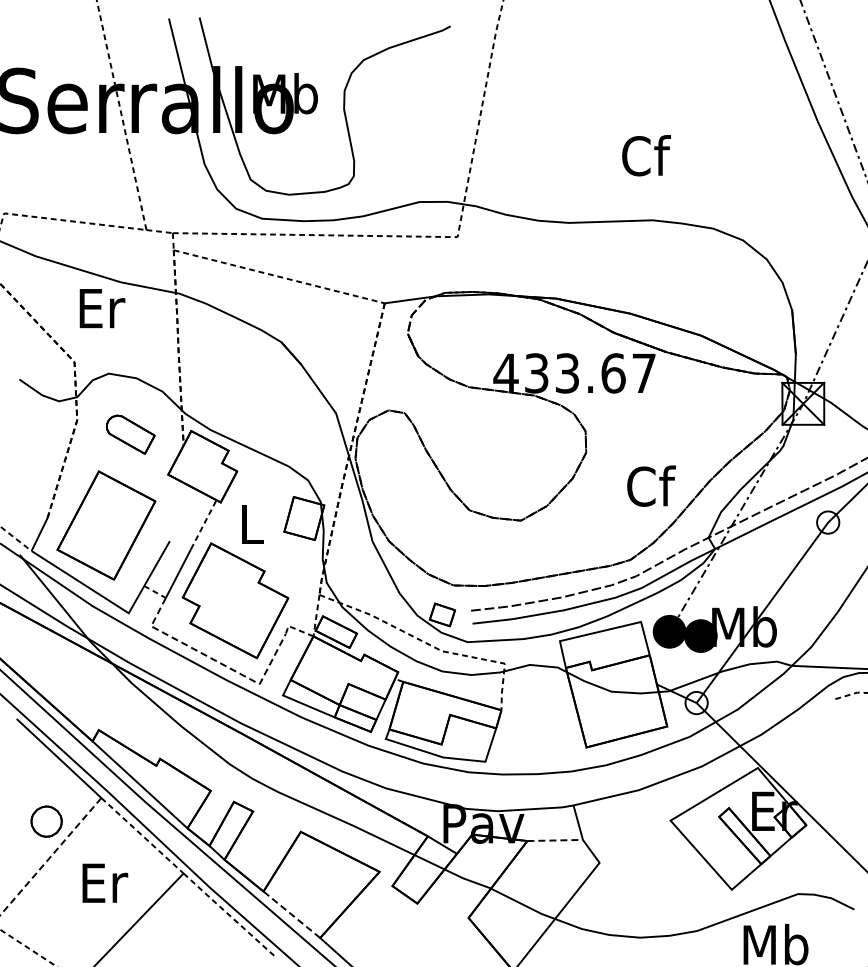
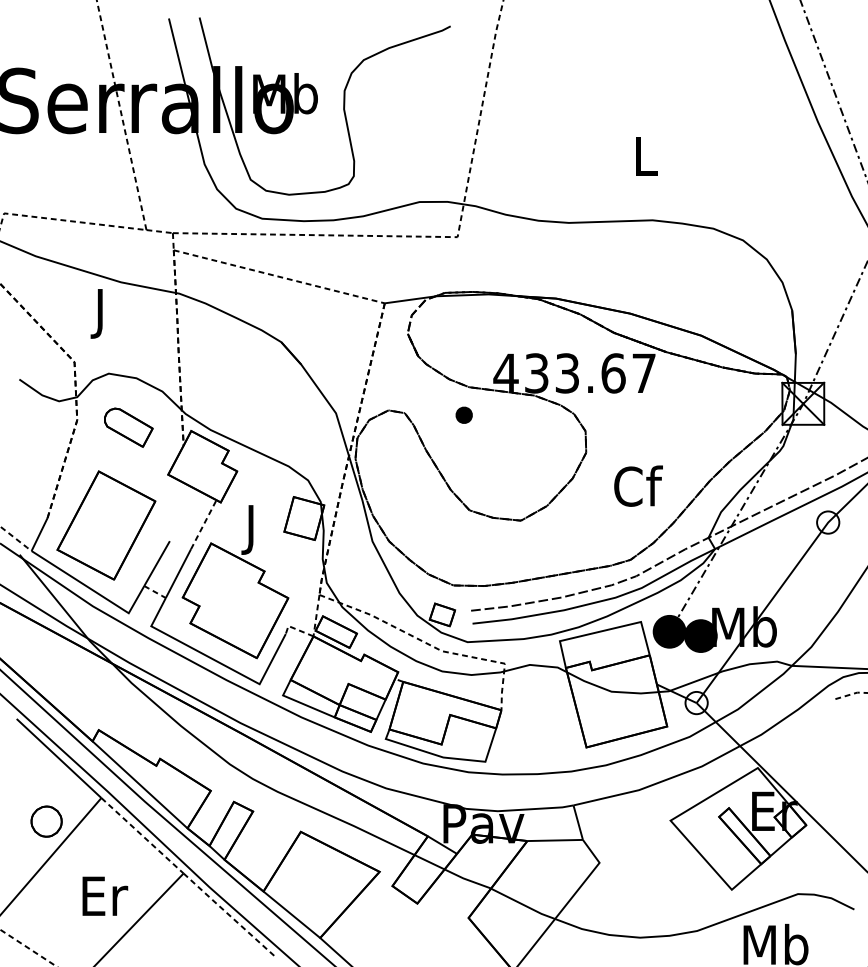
text at (646, 155): Cf -> L
text at (102, 313): Er -> J
part at (463, 414): none -> present
part at (130, 434) position: (130, 434) -> (128, 427)
text at (651, 485) position: (651, 485) -> (638, 485)
text at (252, 529): L -> J
line at (216, 661): dashed -> solid
line at (555, 840): dashed -> solid
line at (50, 856): dashed -> solid
text at (105, 882) position: (105, 882) -> (105, 895)
line at (291, 914): dashed -> solid
